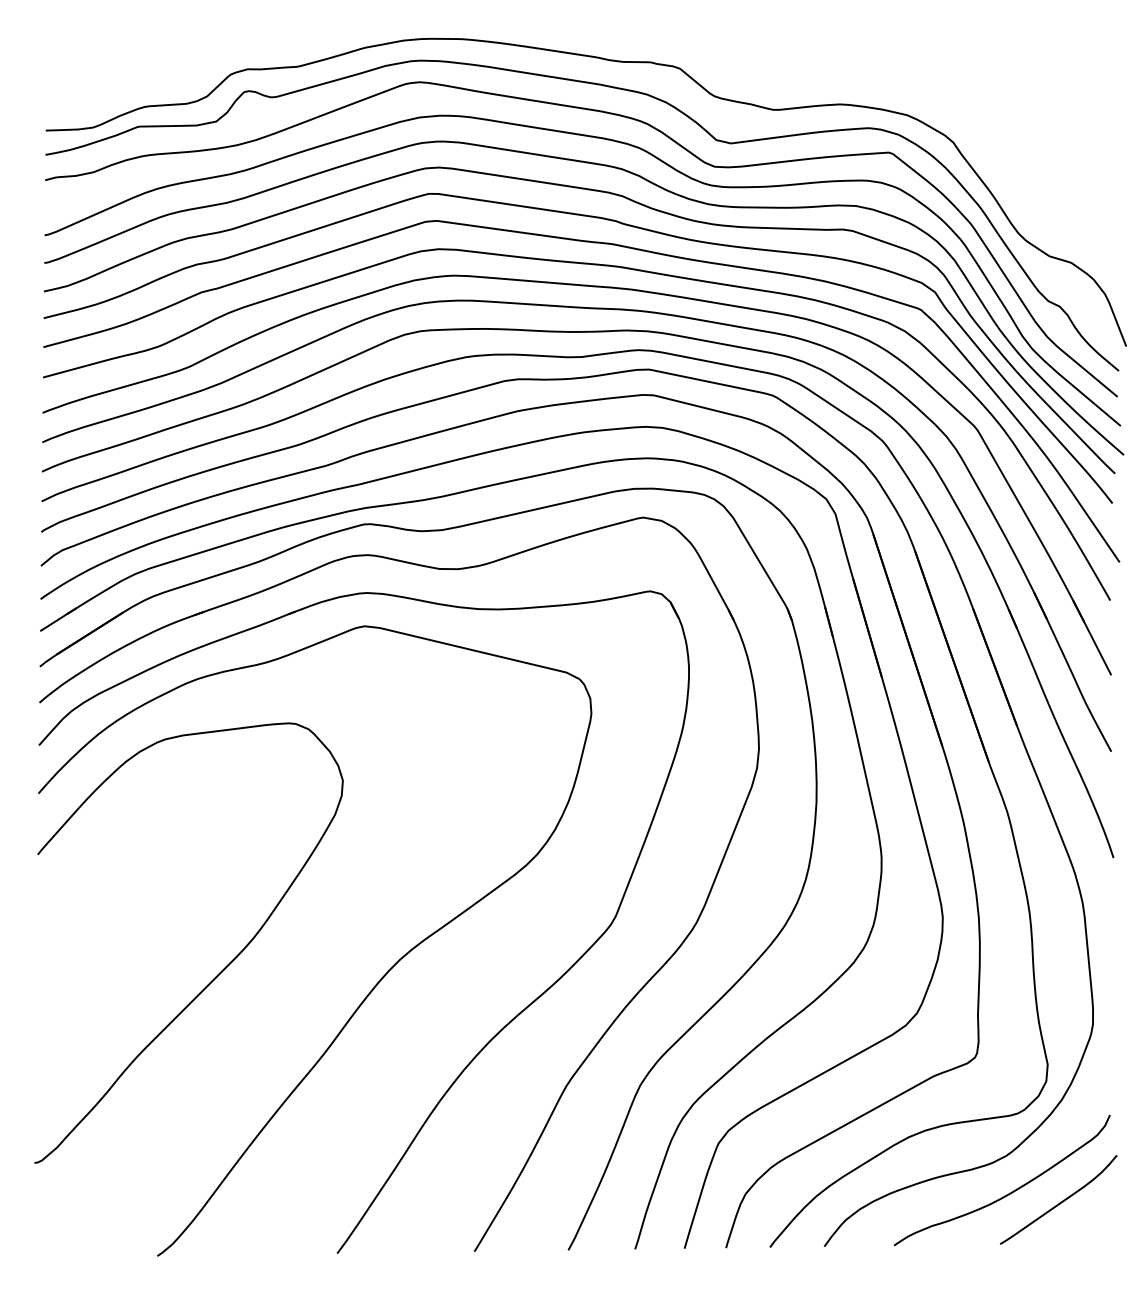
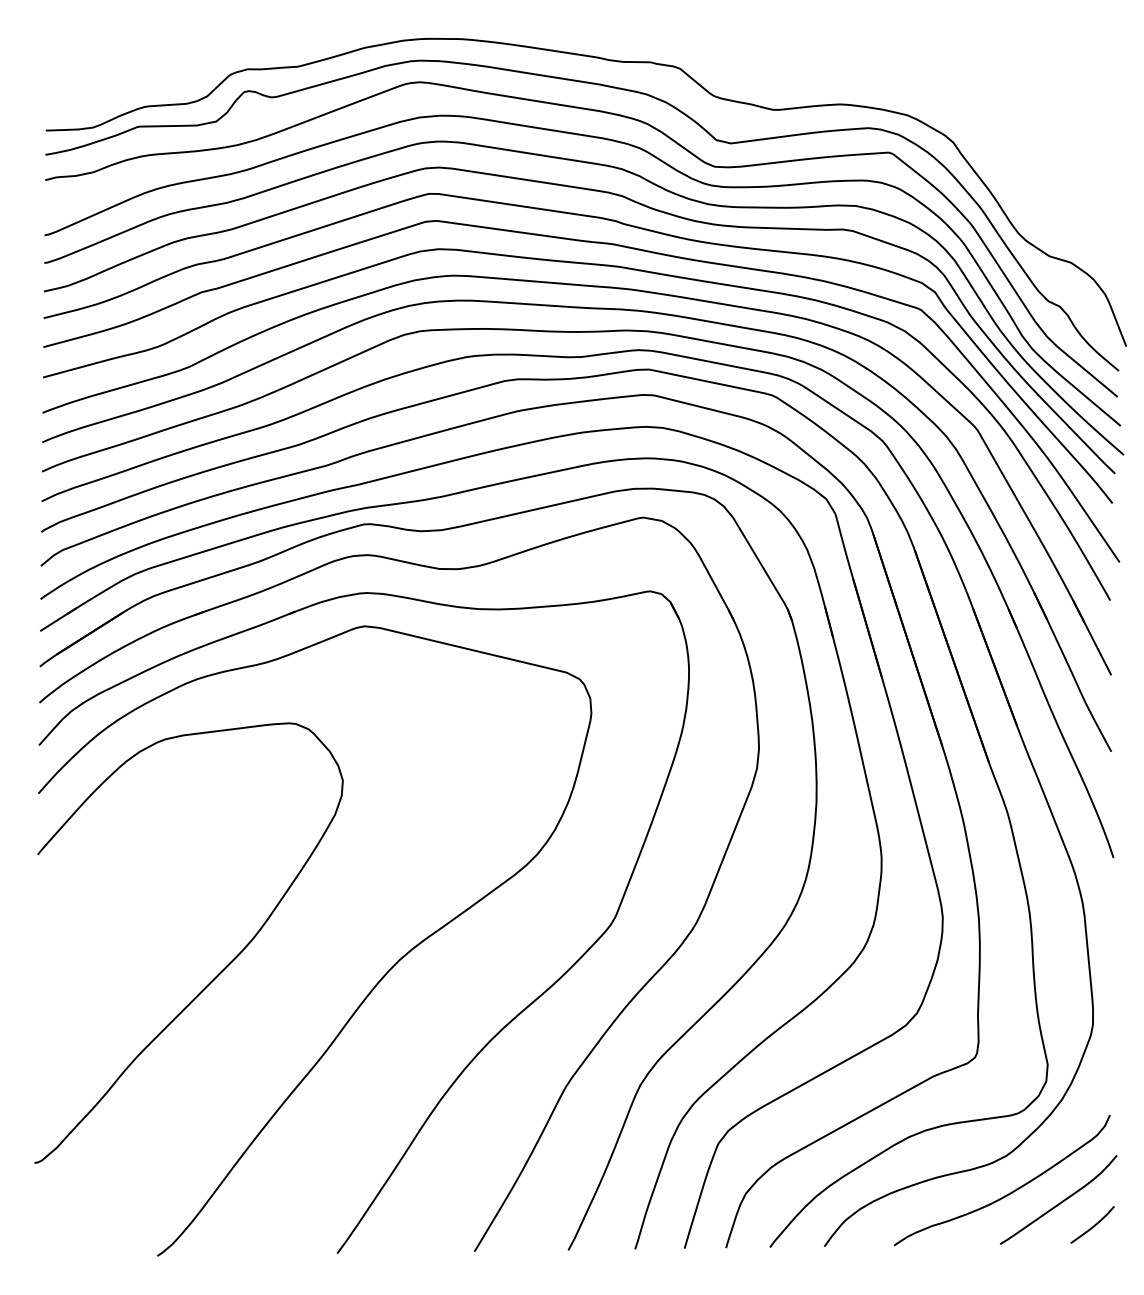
curve at (1093, 1225): none -> present
